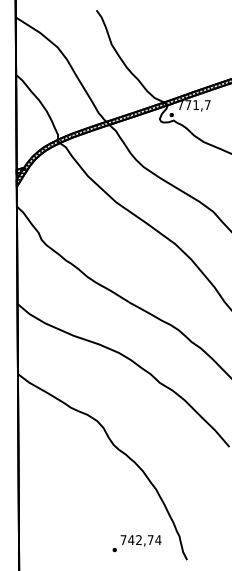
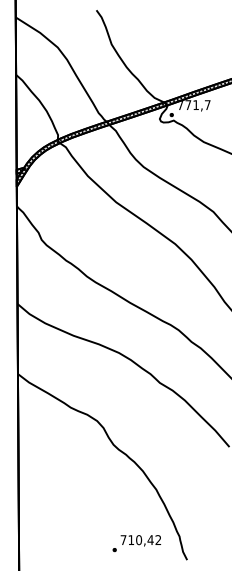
text at (144, 540): 742,74 -> 710,42
